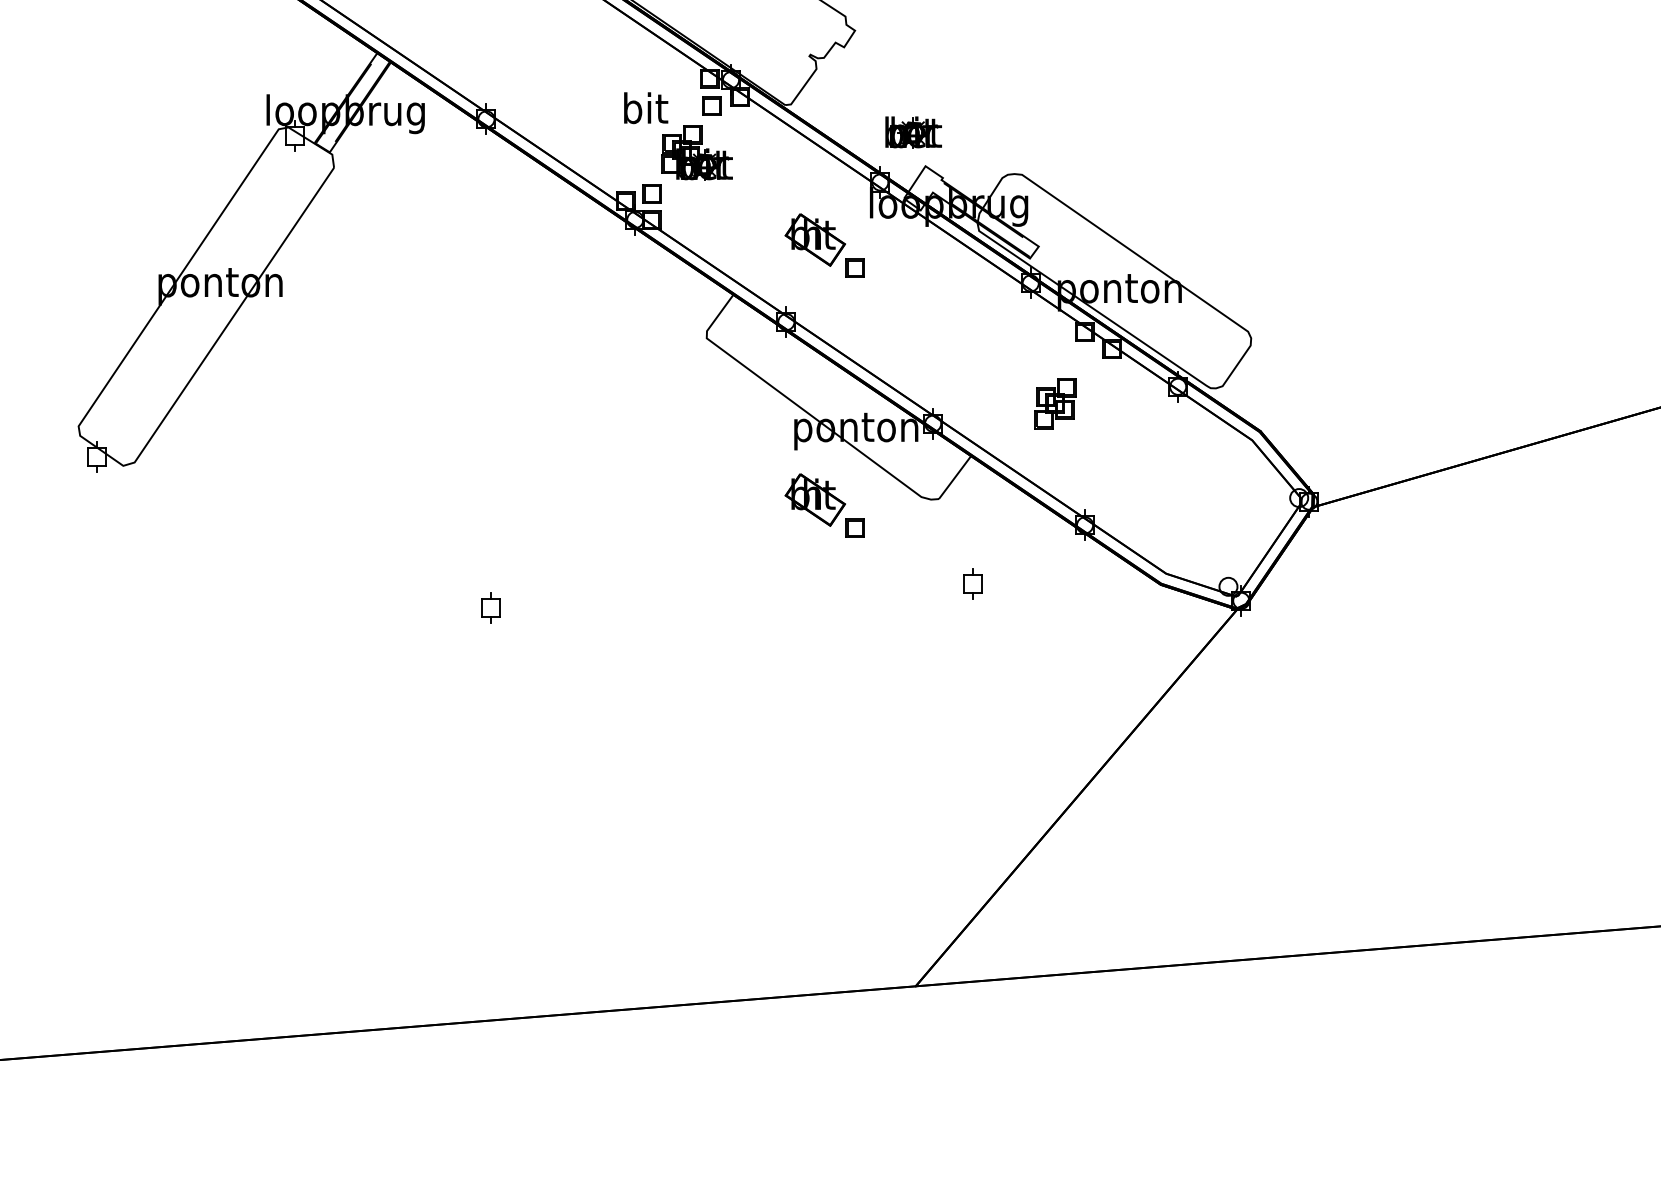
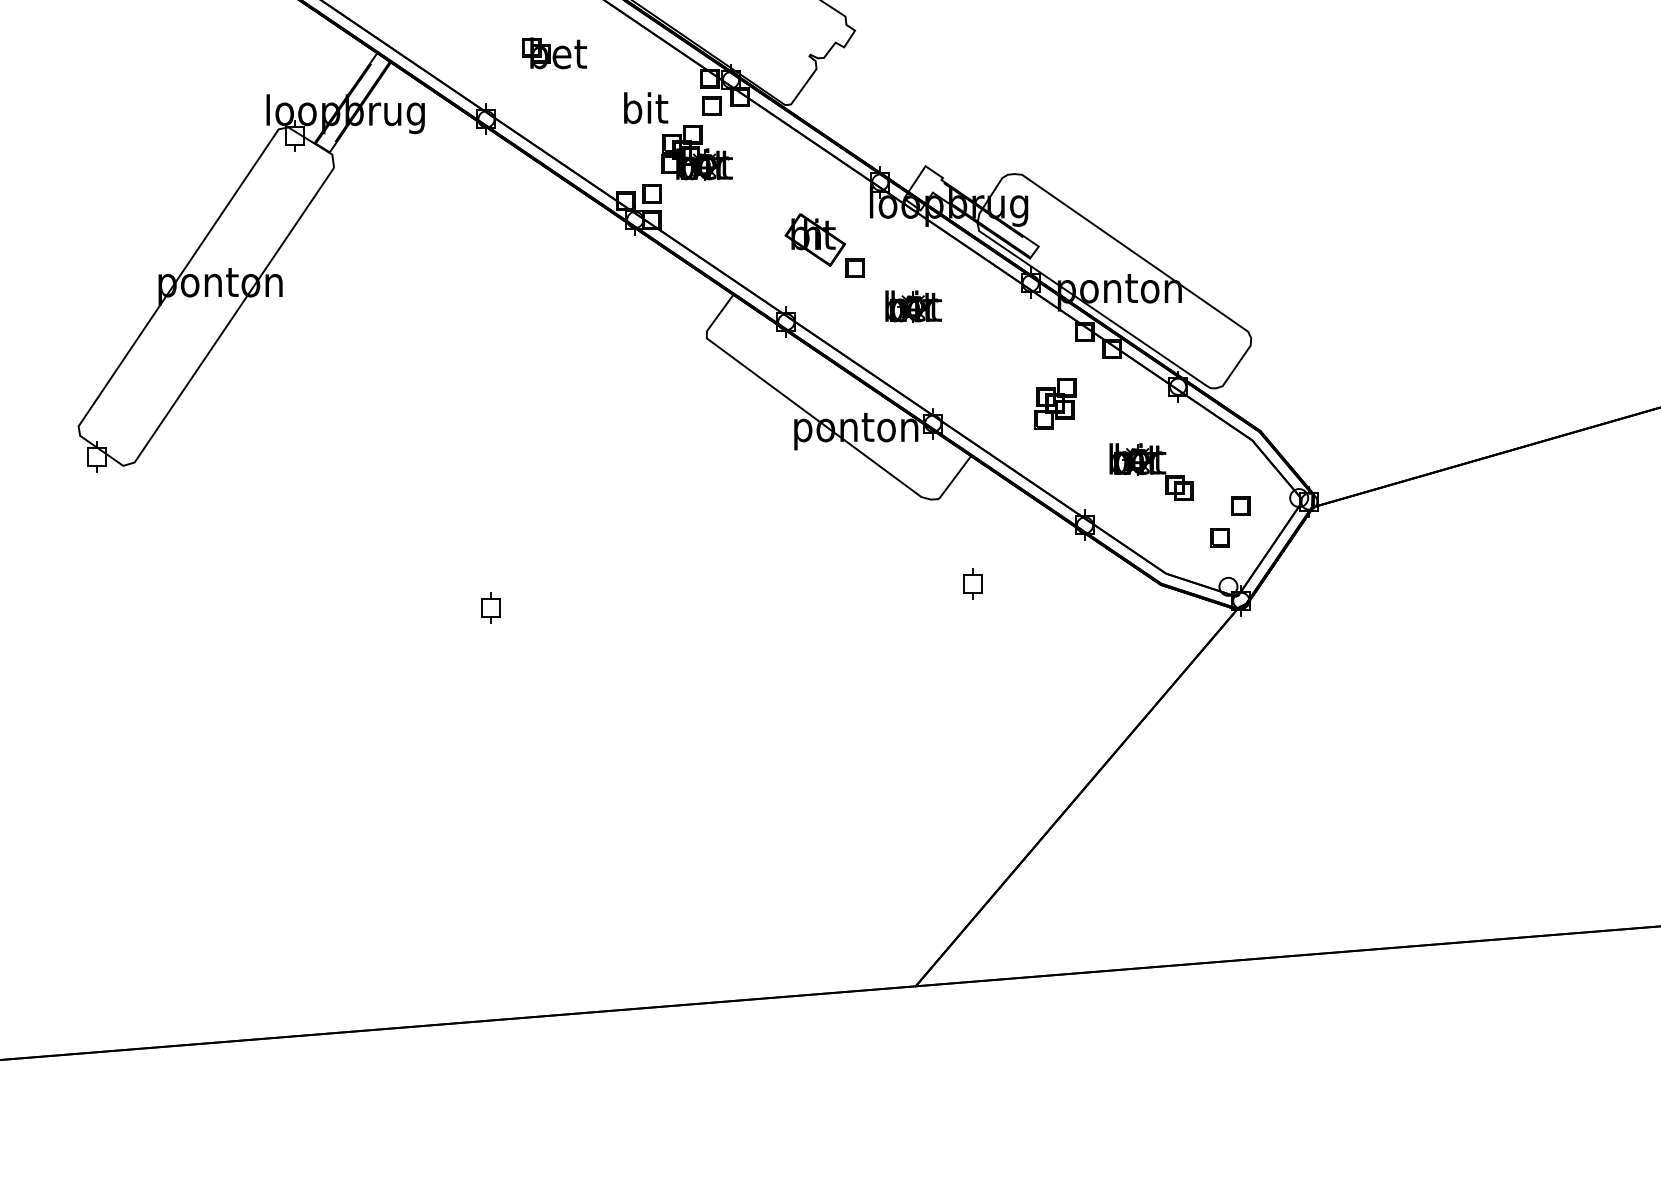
part at (554, 53): none -> present
part at (913, 132) position: (913, 132) -> (913, 306)
part at (1151, 471): none -> present
part at (824, 505): present -> none
part at (1240, 505): none -> present
part at (1219, 537): none -> present
